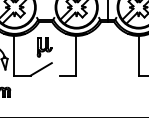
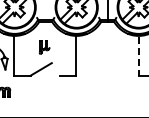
part at (44, 47) size: 17x21 px -> 13x15 px
line at (138, 57): solid -> dashed
